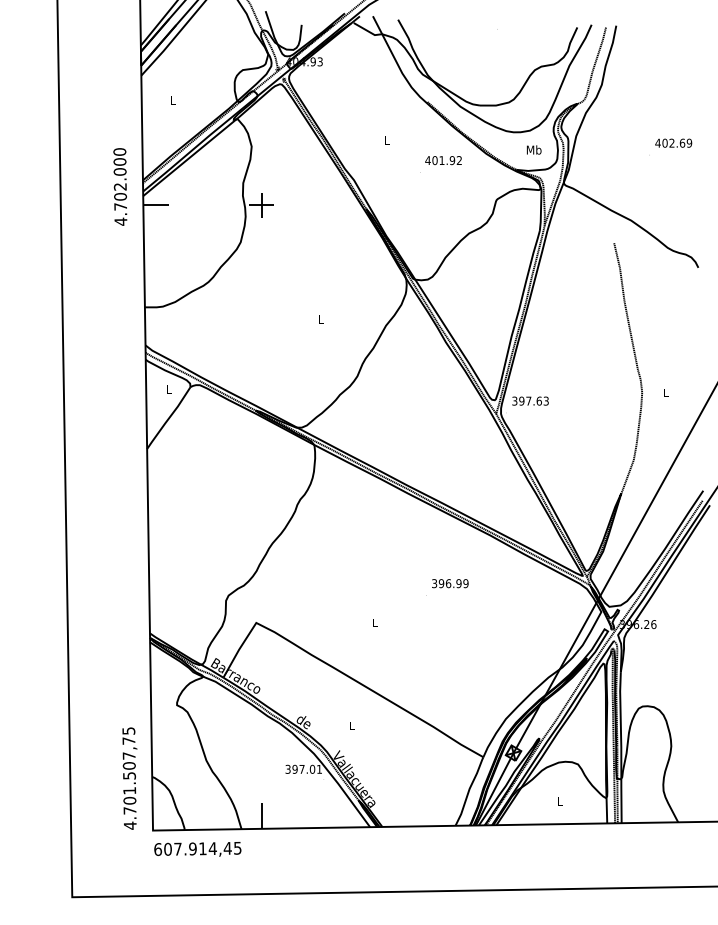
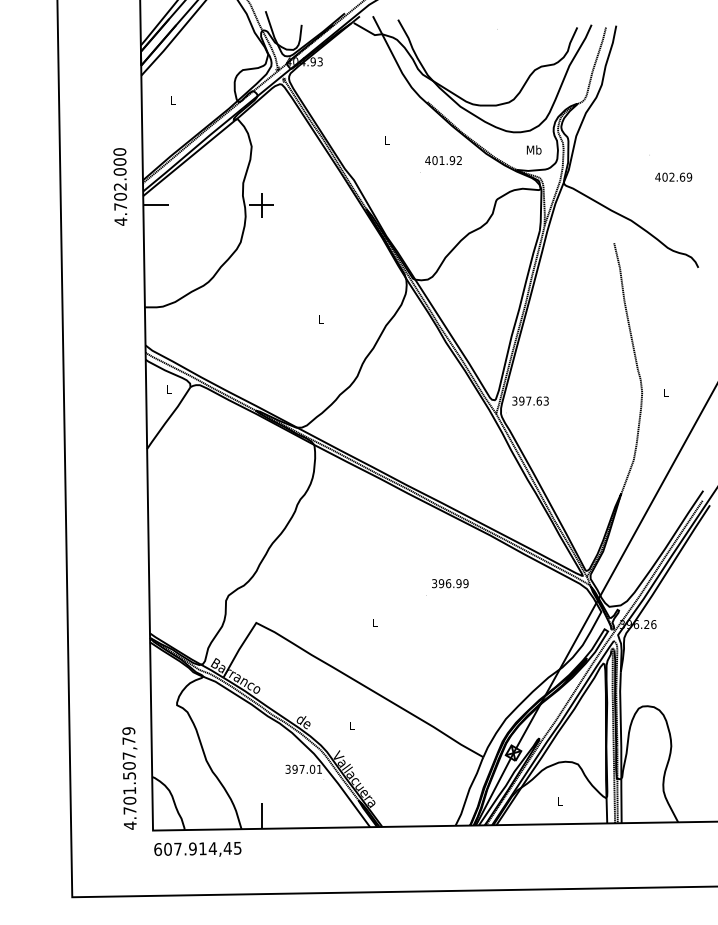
text at (673, 142) position: (673, 142) -> (673, 176)
text at (128, 730): 4.701.507,75 -> 4.701.507,79
